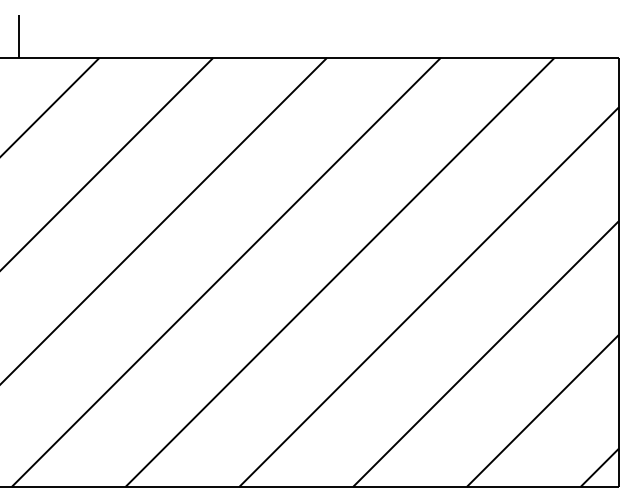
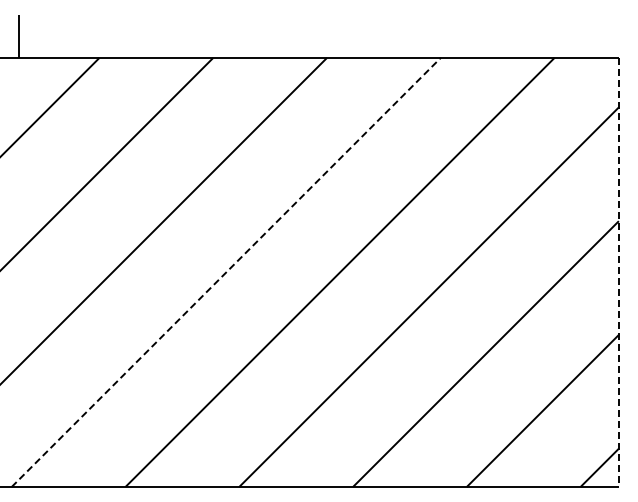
line at (226, 272): solid -> dashed
line at (618, 272): solid -> dashed
